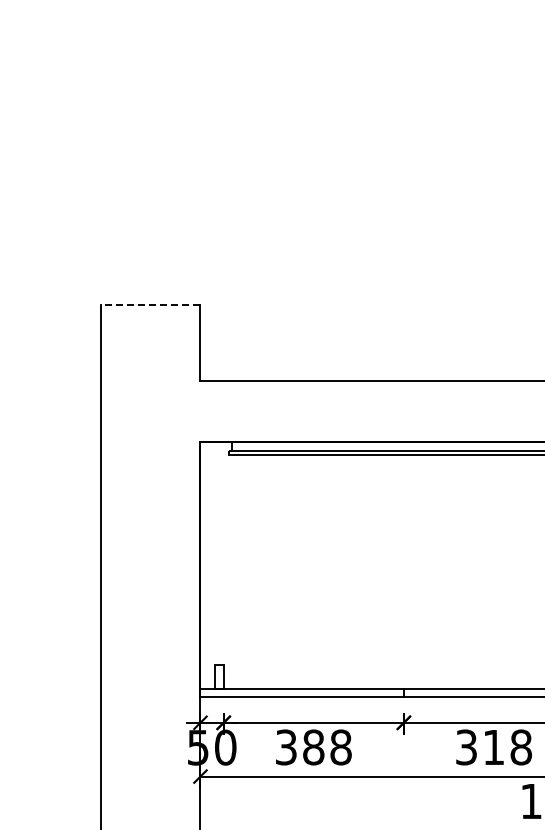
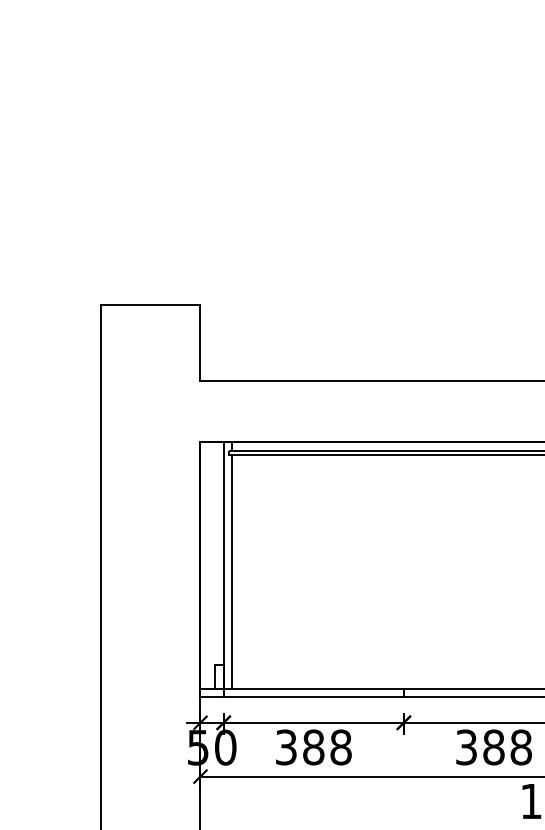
line at (150, 304): dashed -> solid
line at (223, 569): none -> present
line at (232, 571): none -> present
text at (493, 747): 318 -> 388
